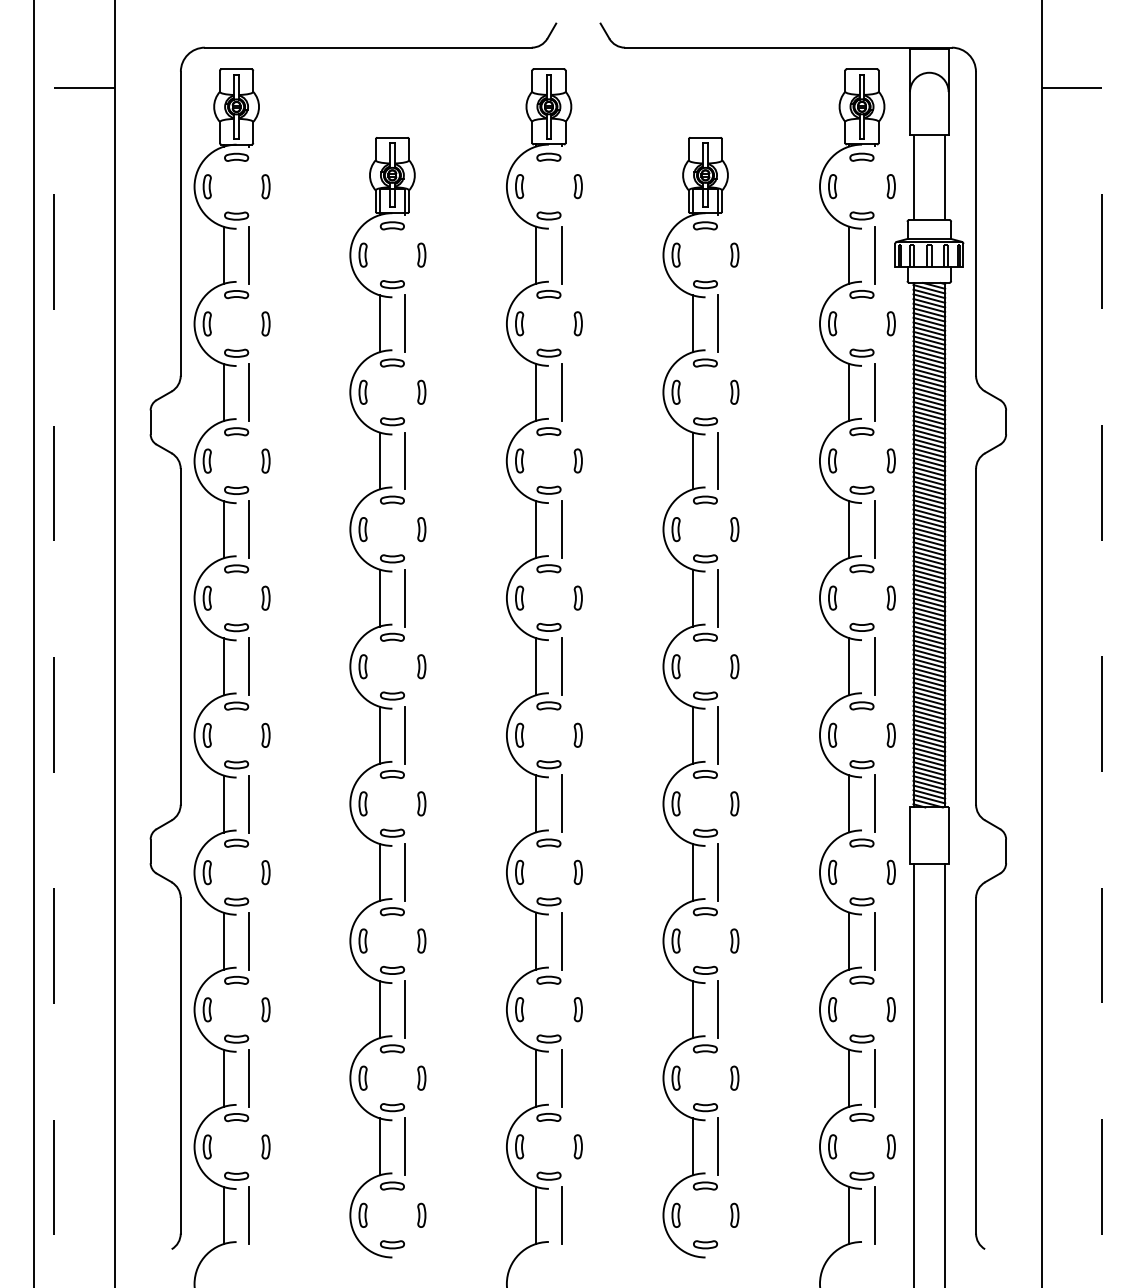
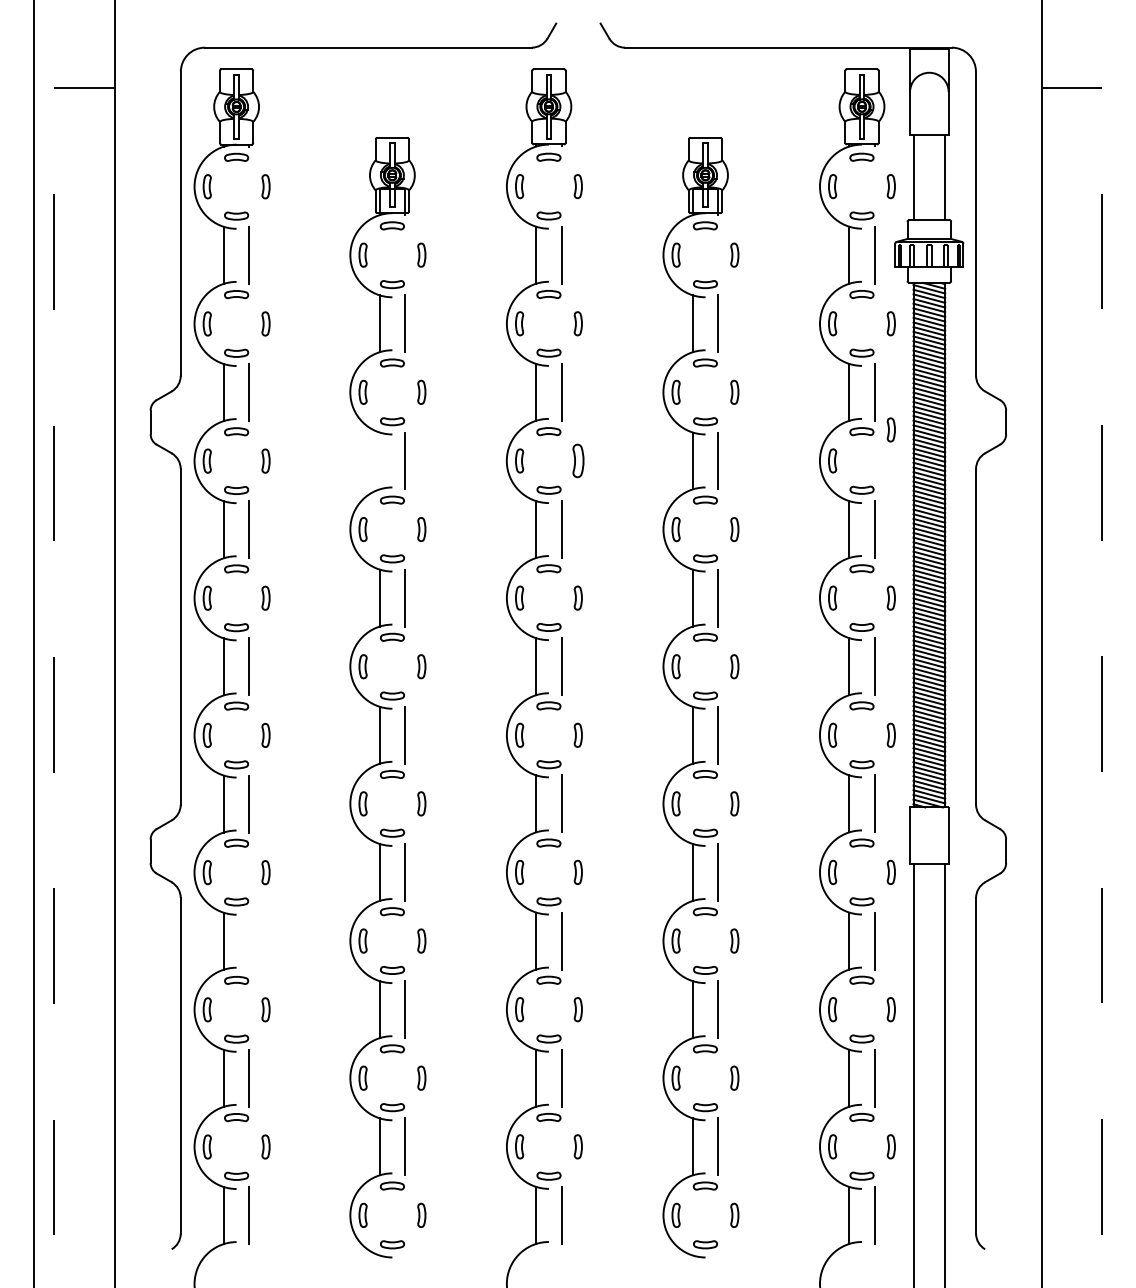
line at (379, 460): present -> none
part at (577, 460) size: 10x26 px -> 13x36 px
part at (890, 460) position: (890, 460) -> (890, 429)
line at (249, 940): present -> none
